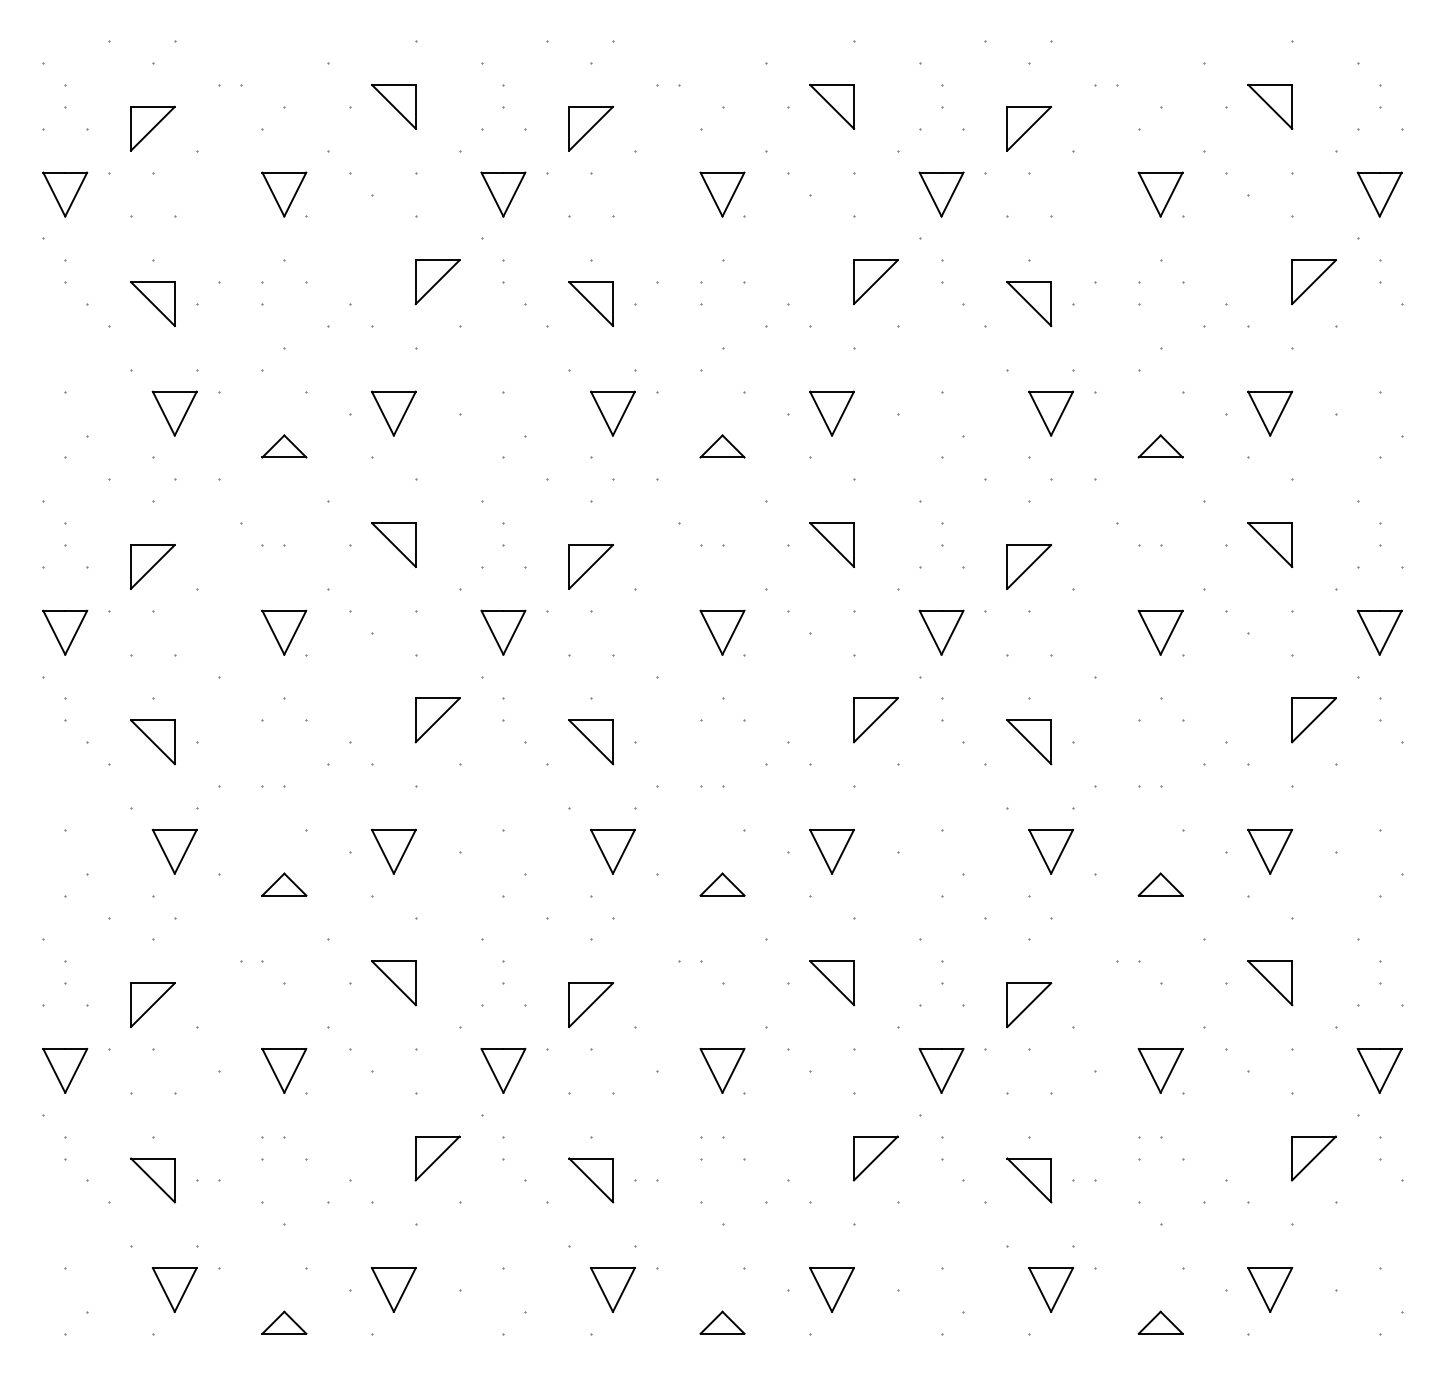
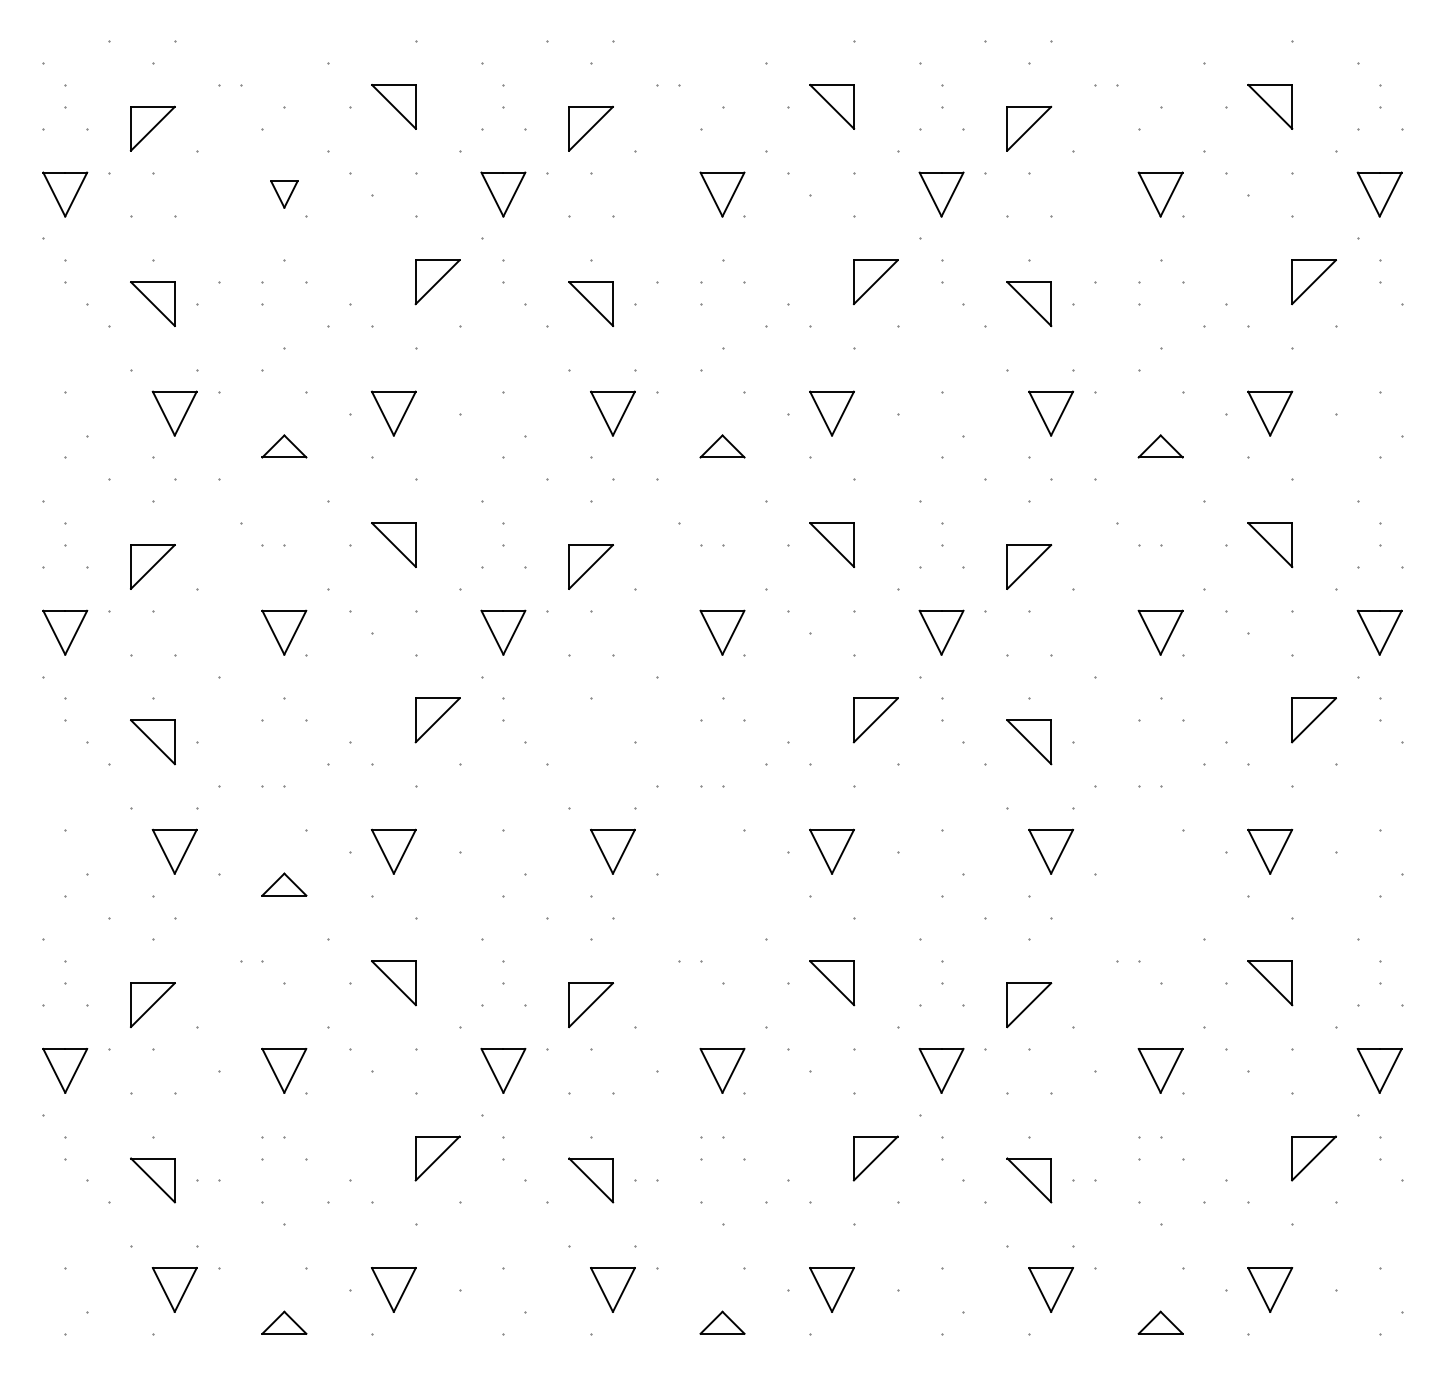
part at (284, 194) size: 47x47 px -> 29x29 px
part at (591, 742): present -> none
part at (722, 884): present -> none
part at (1160, 884): present -> none
